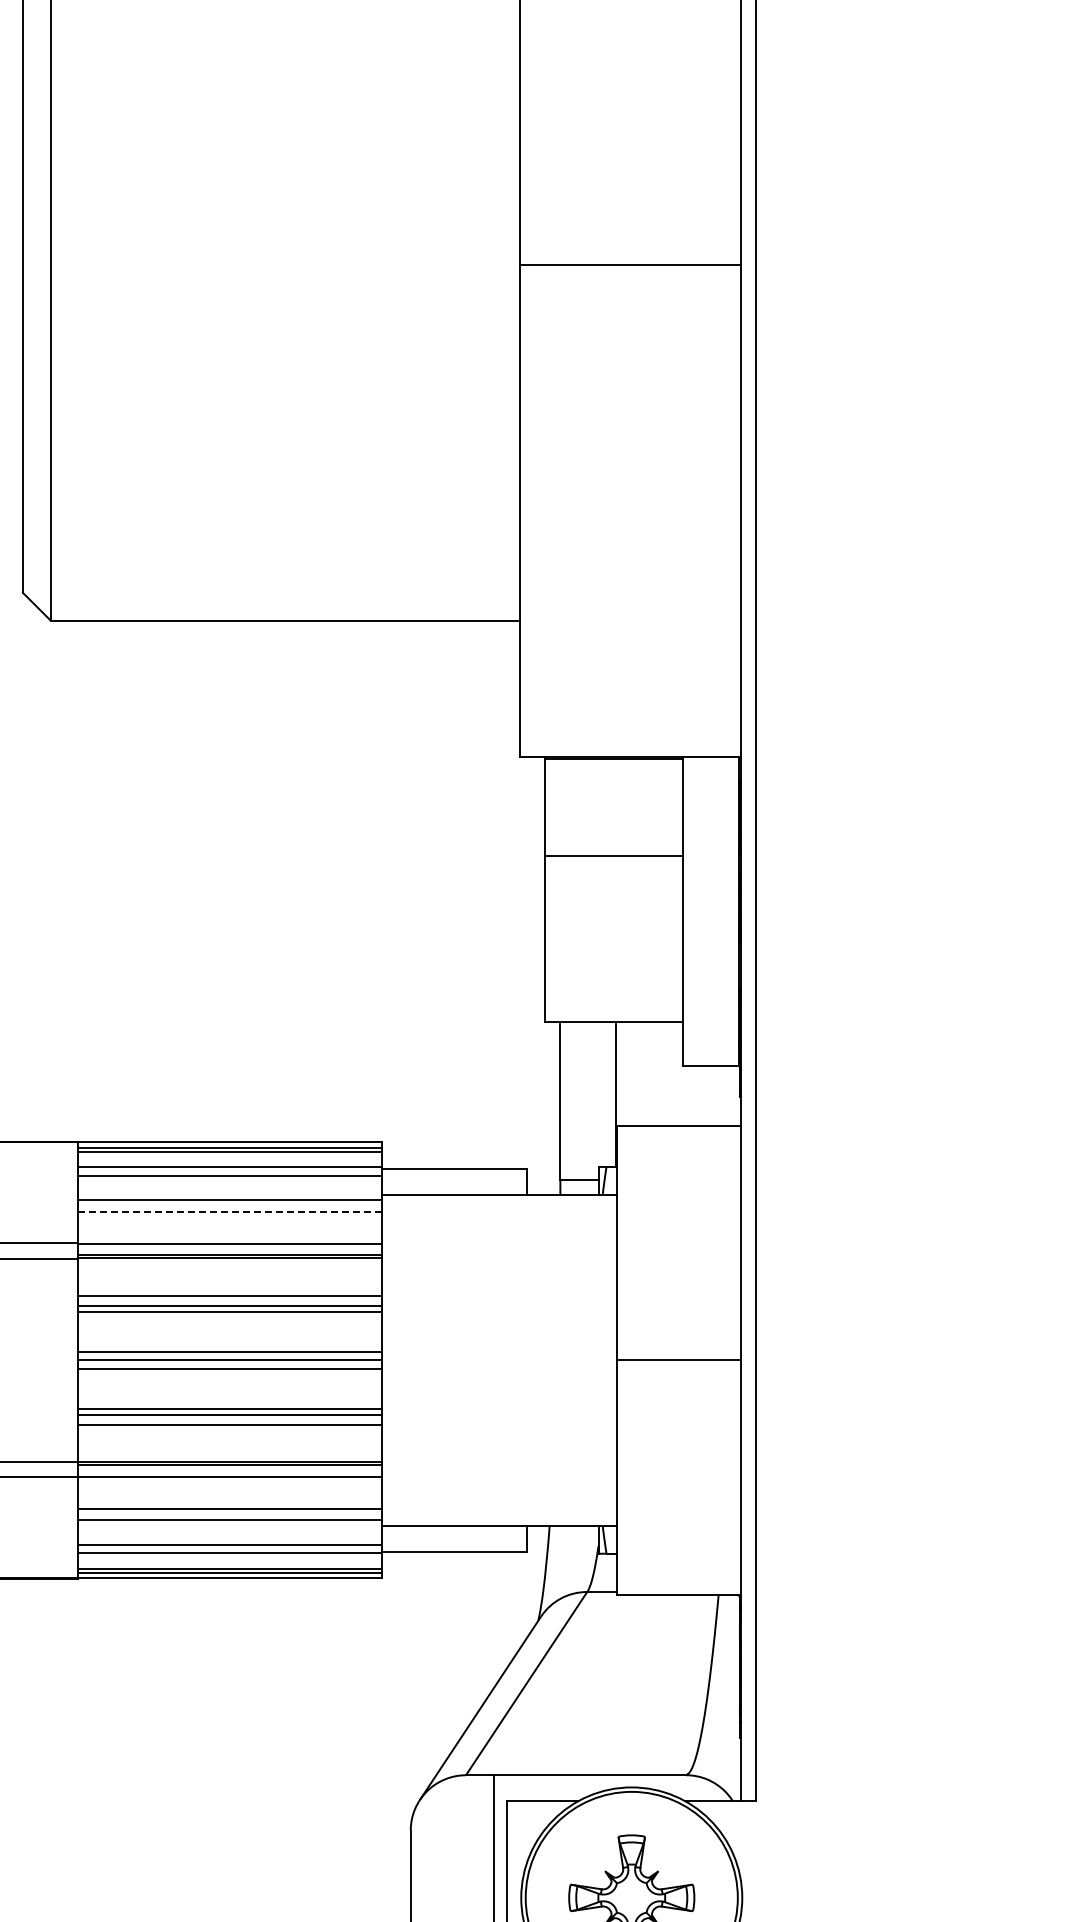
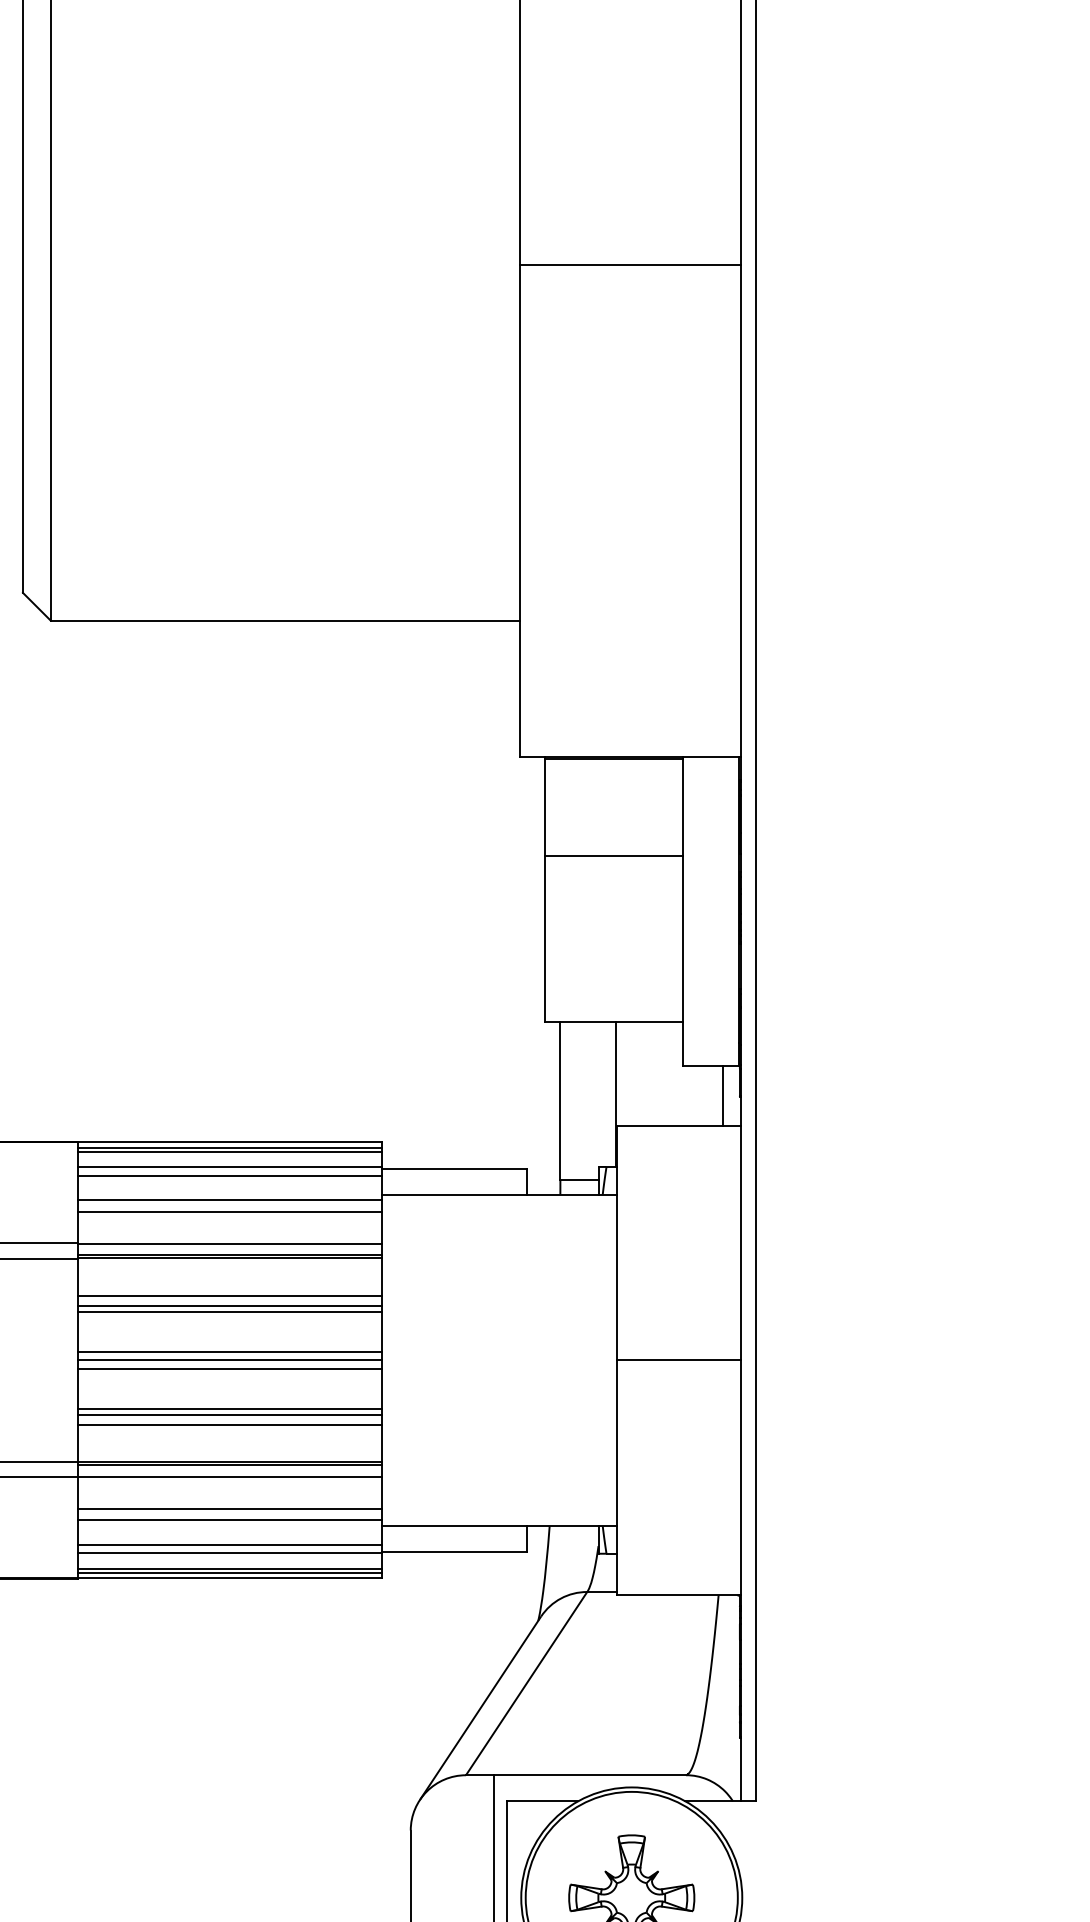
line at (722, 1095): none -> present
line at (230, 1212): dashed -> solid
